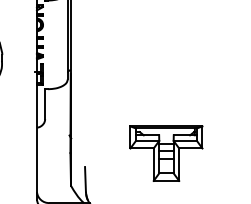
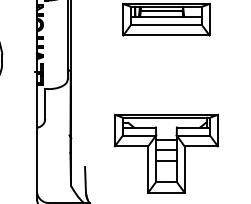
part at (166, 19): none -> present
part at (166, 153) size: 75x57 px -> 105x81 px
